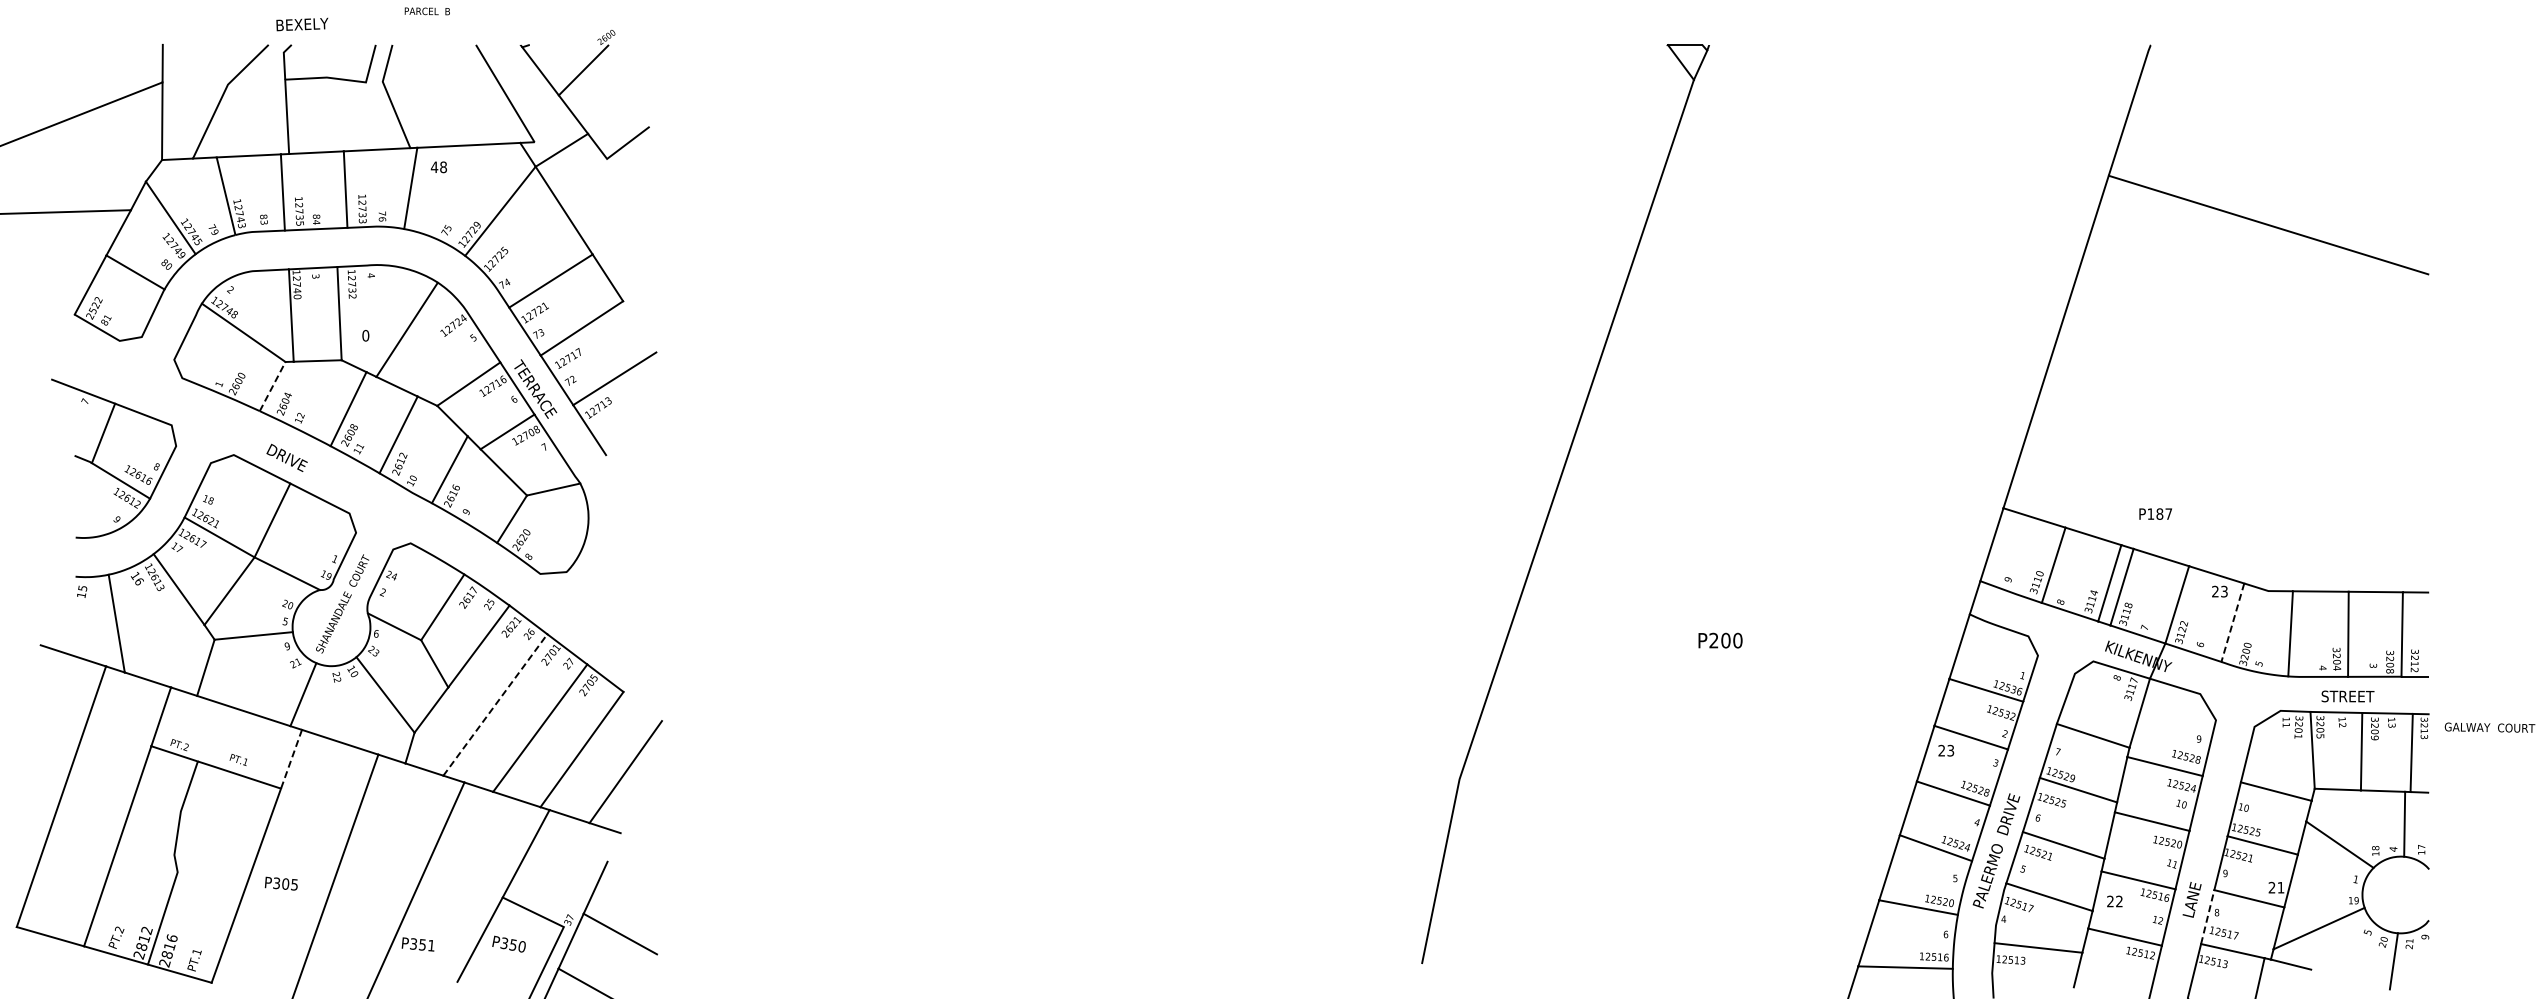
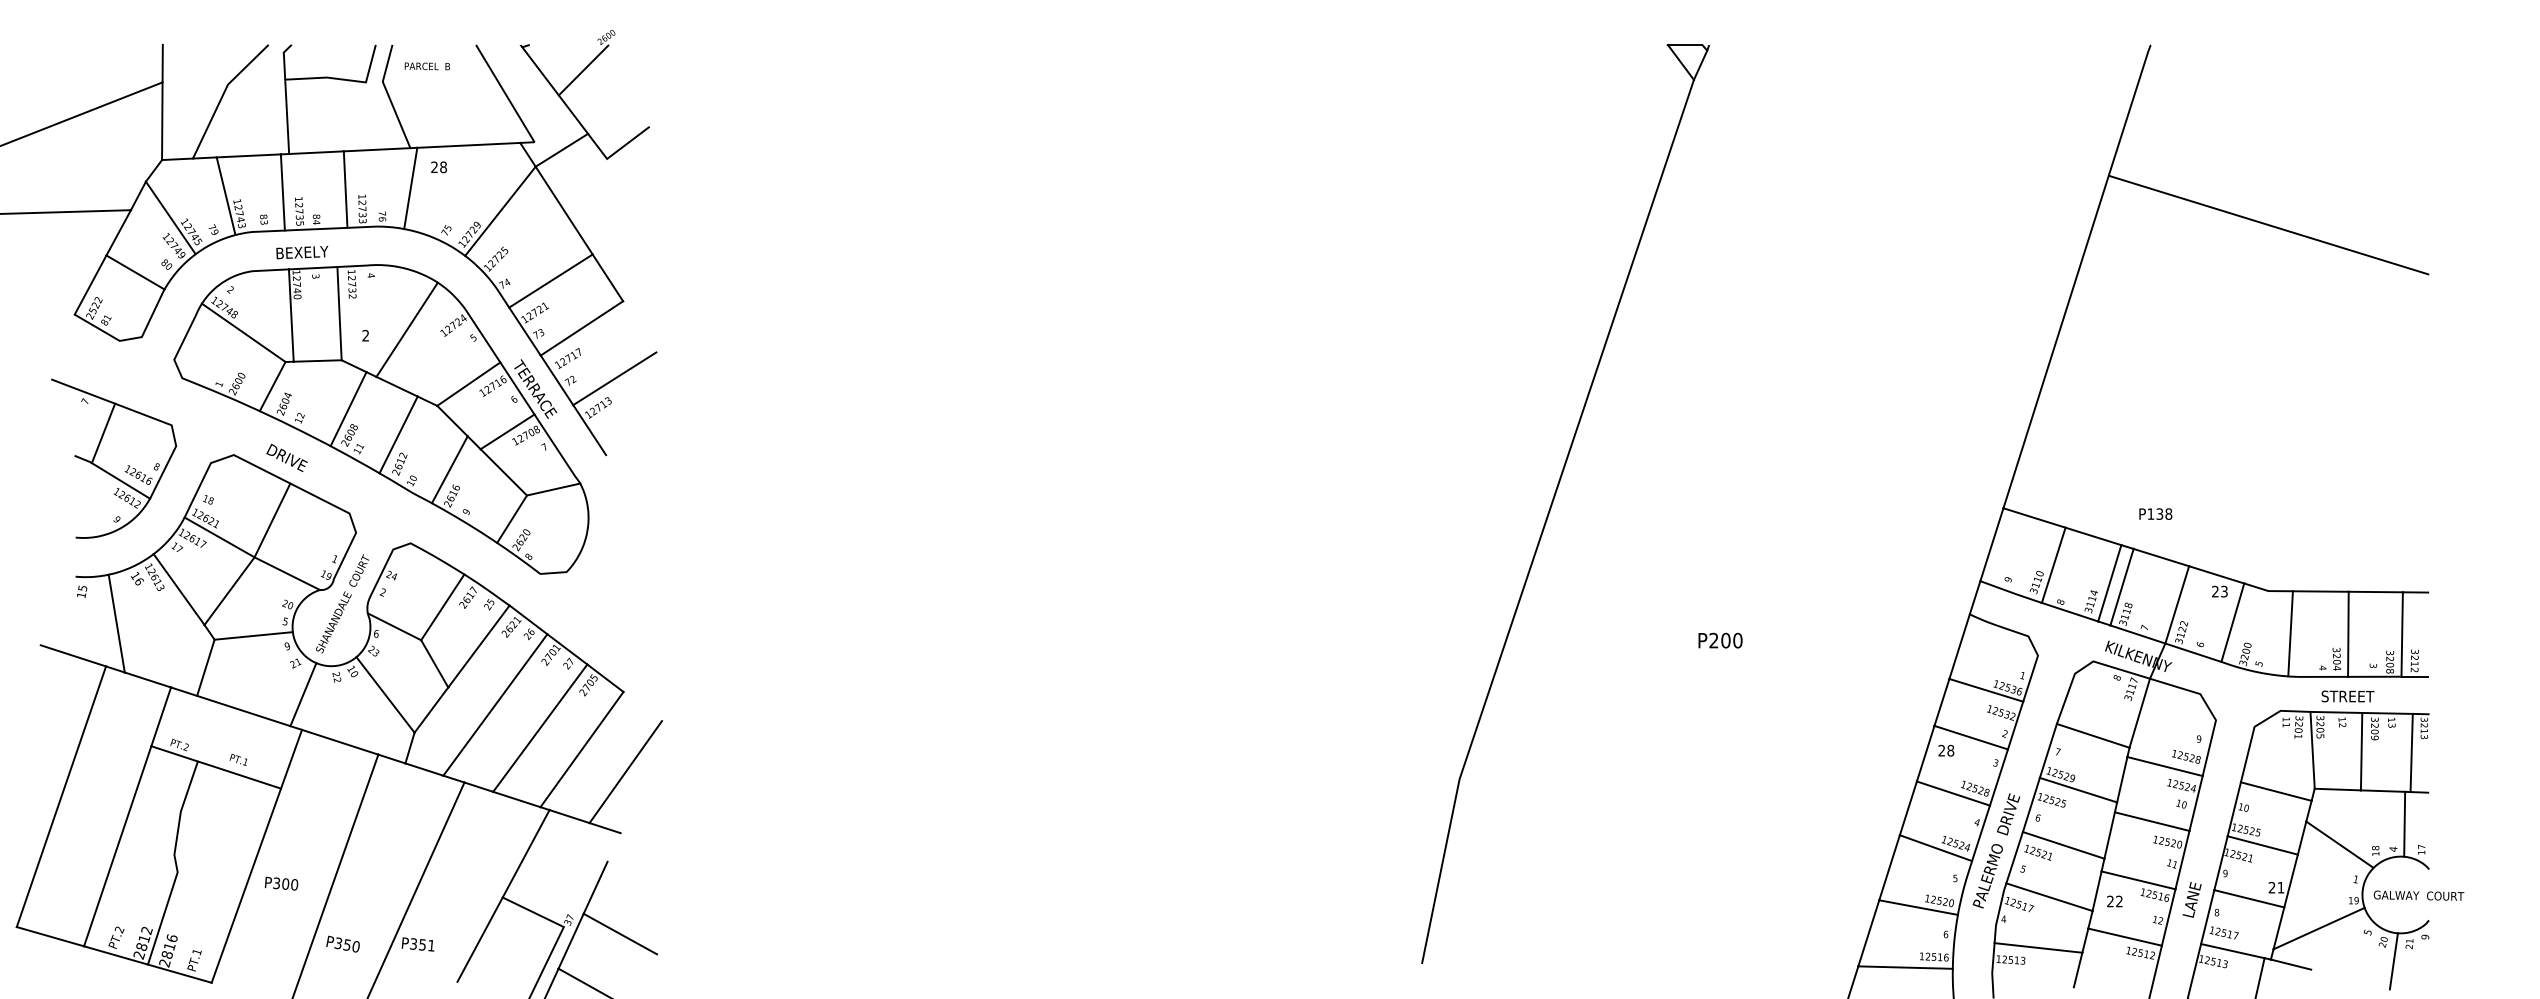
text at (426, 11) position: (426, 11) -> (426, 66)
text at (302, 24) position: (302, 24) -> (302, 252)
text at (434, 166): 48 -> 28
text at (365, 335): 0 -> 2
line at (272, 386): dashed -> solid
text at (2164, 513): P187 -> P138
line at (2232, 622): dashed -> solid
line at (495, 704): dashed -> solid
text at (2489, 727) position: (2489, 727) -> (2418, 895)
text at (1950, 750): 23 -> 28
line at (291, 759): dashed -> solid
text at (294, 884): P305 -> P300
line at (2207, 917): dashed -> solid
text at (508, 943) position: (508, 943) -> (342, 943)
